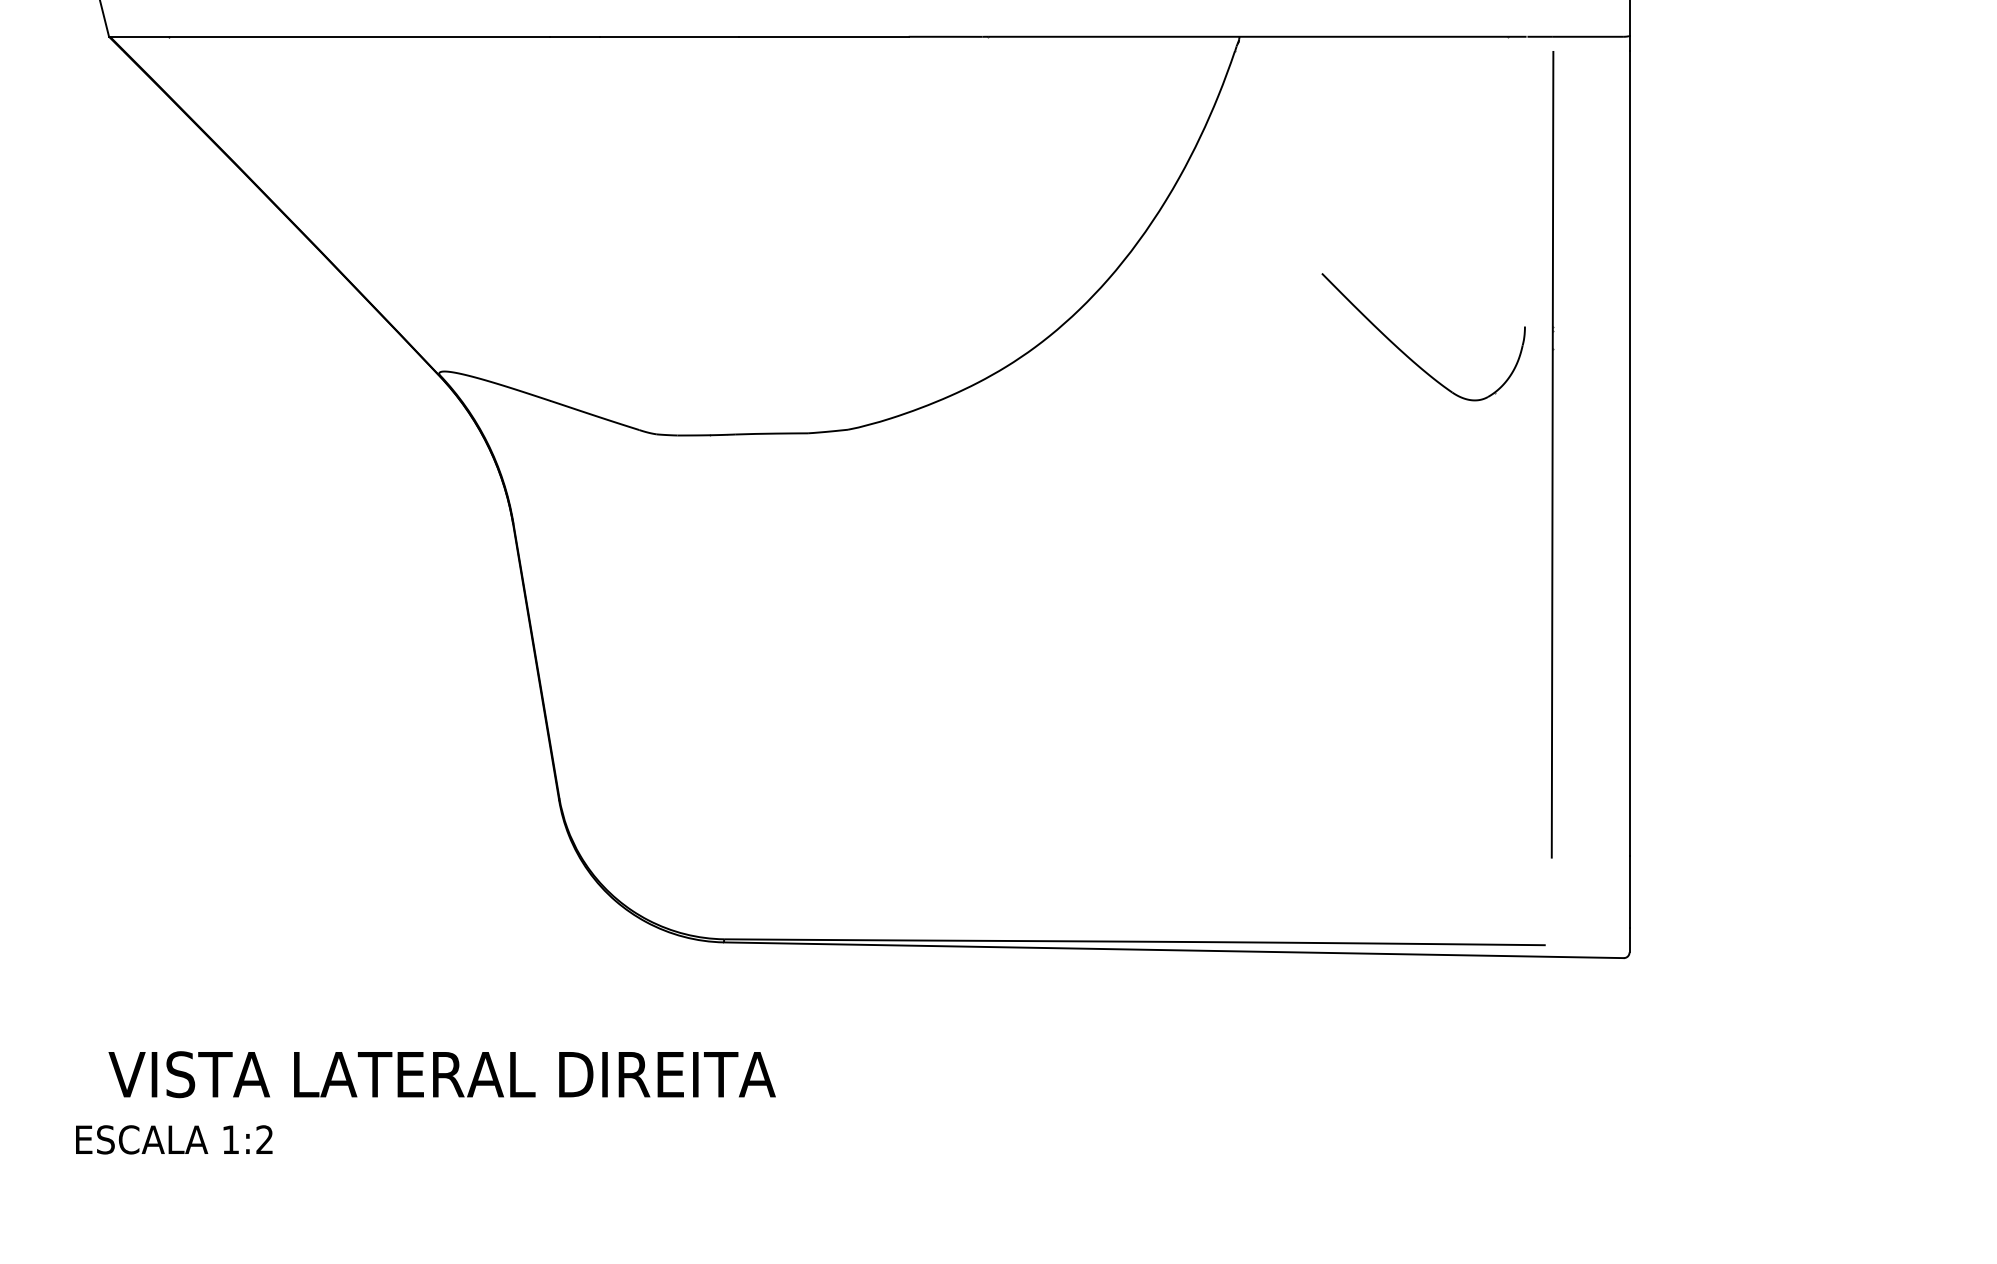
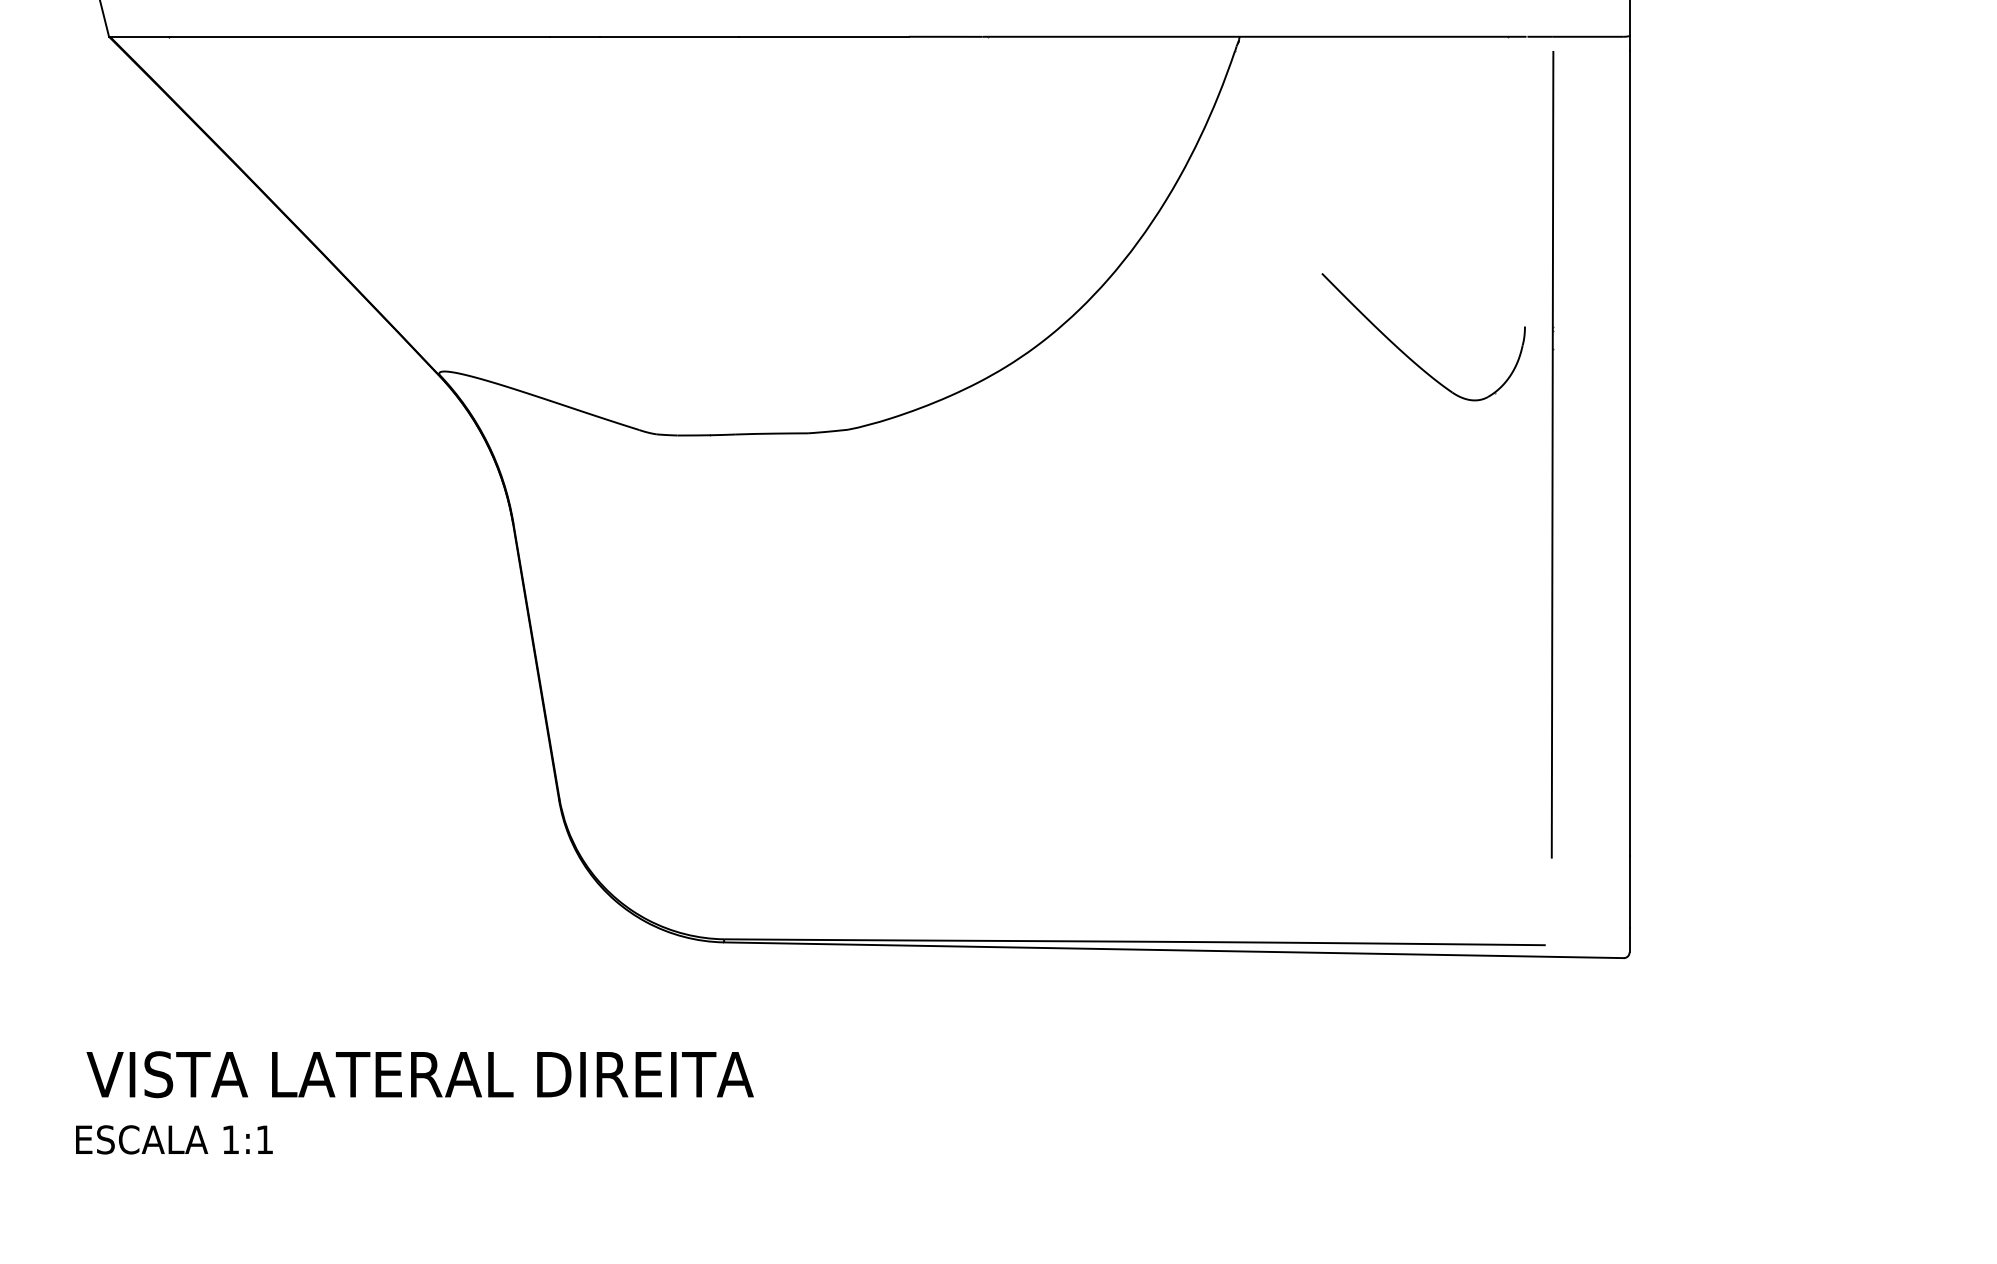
text at (441, 1074) position: (441, 1074) -> (419, 1074)
text at (264, 1139): 1:2 -> 1:1
